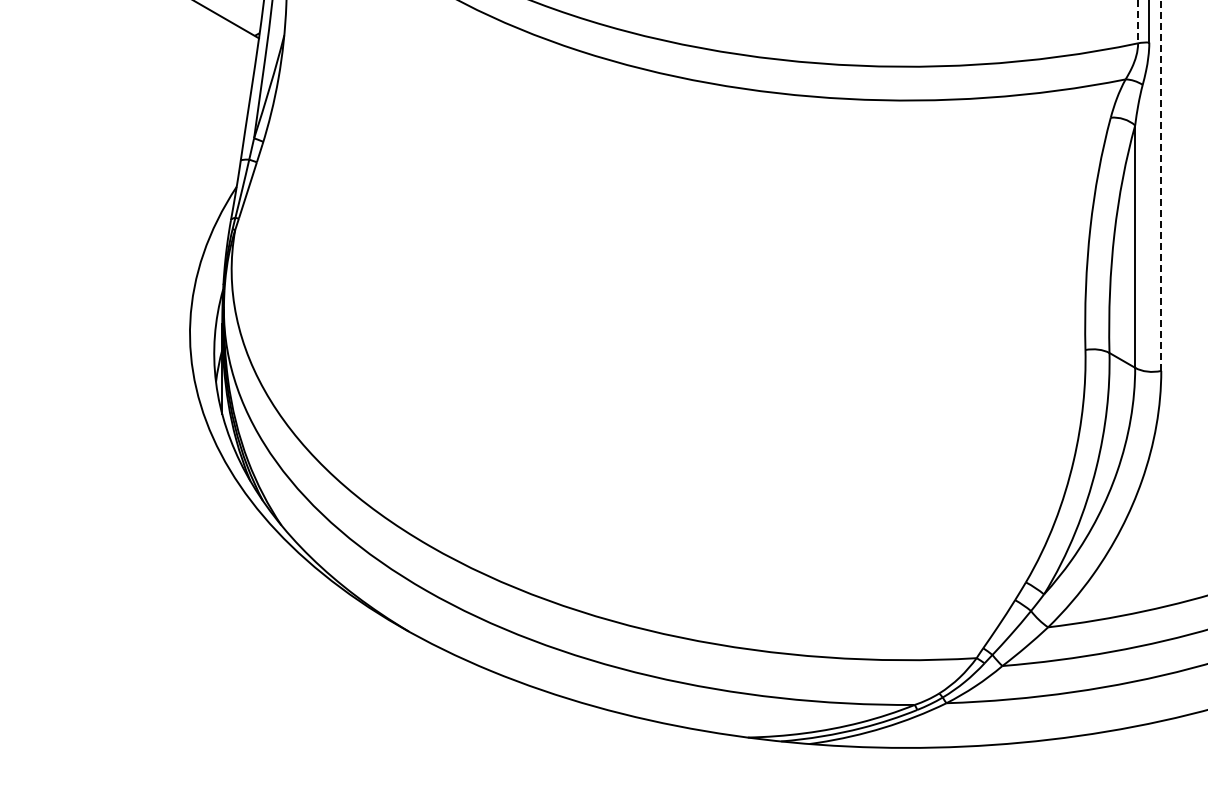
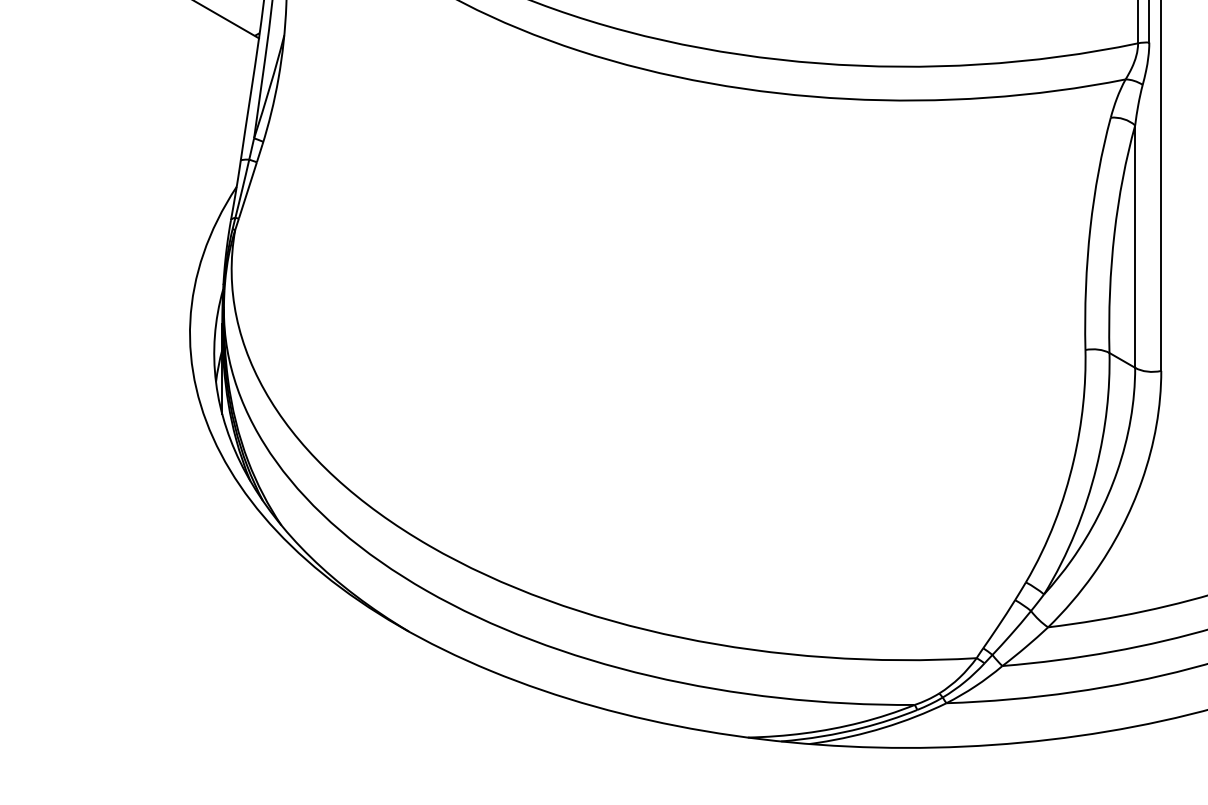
line at (1138, 22): dashed -> solid
line at (1161, 185): dashed -> solid
